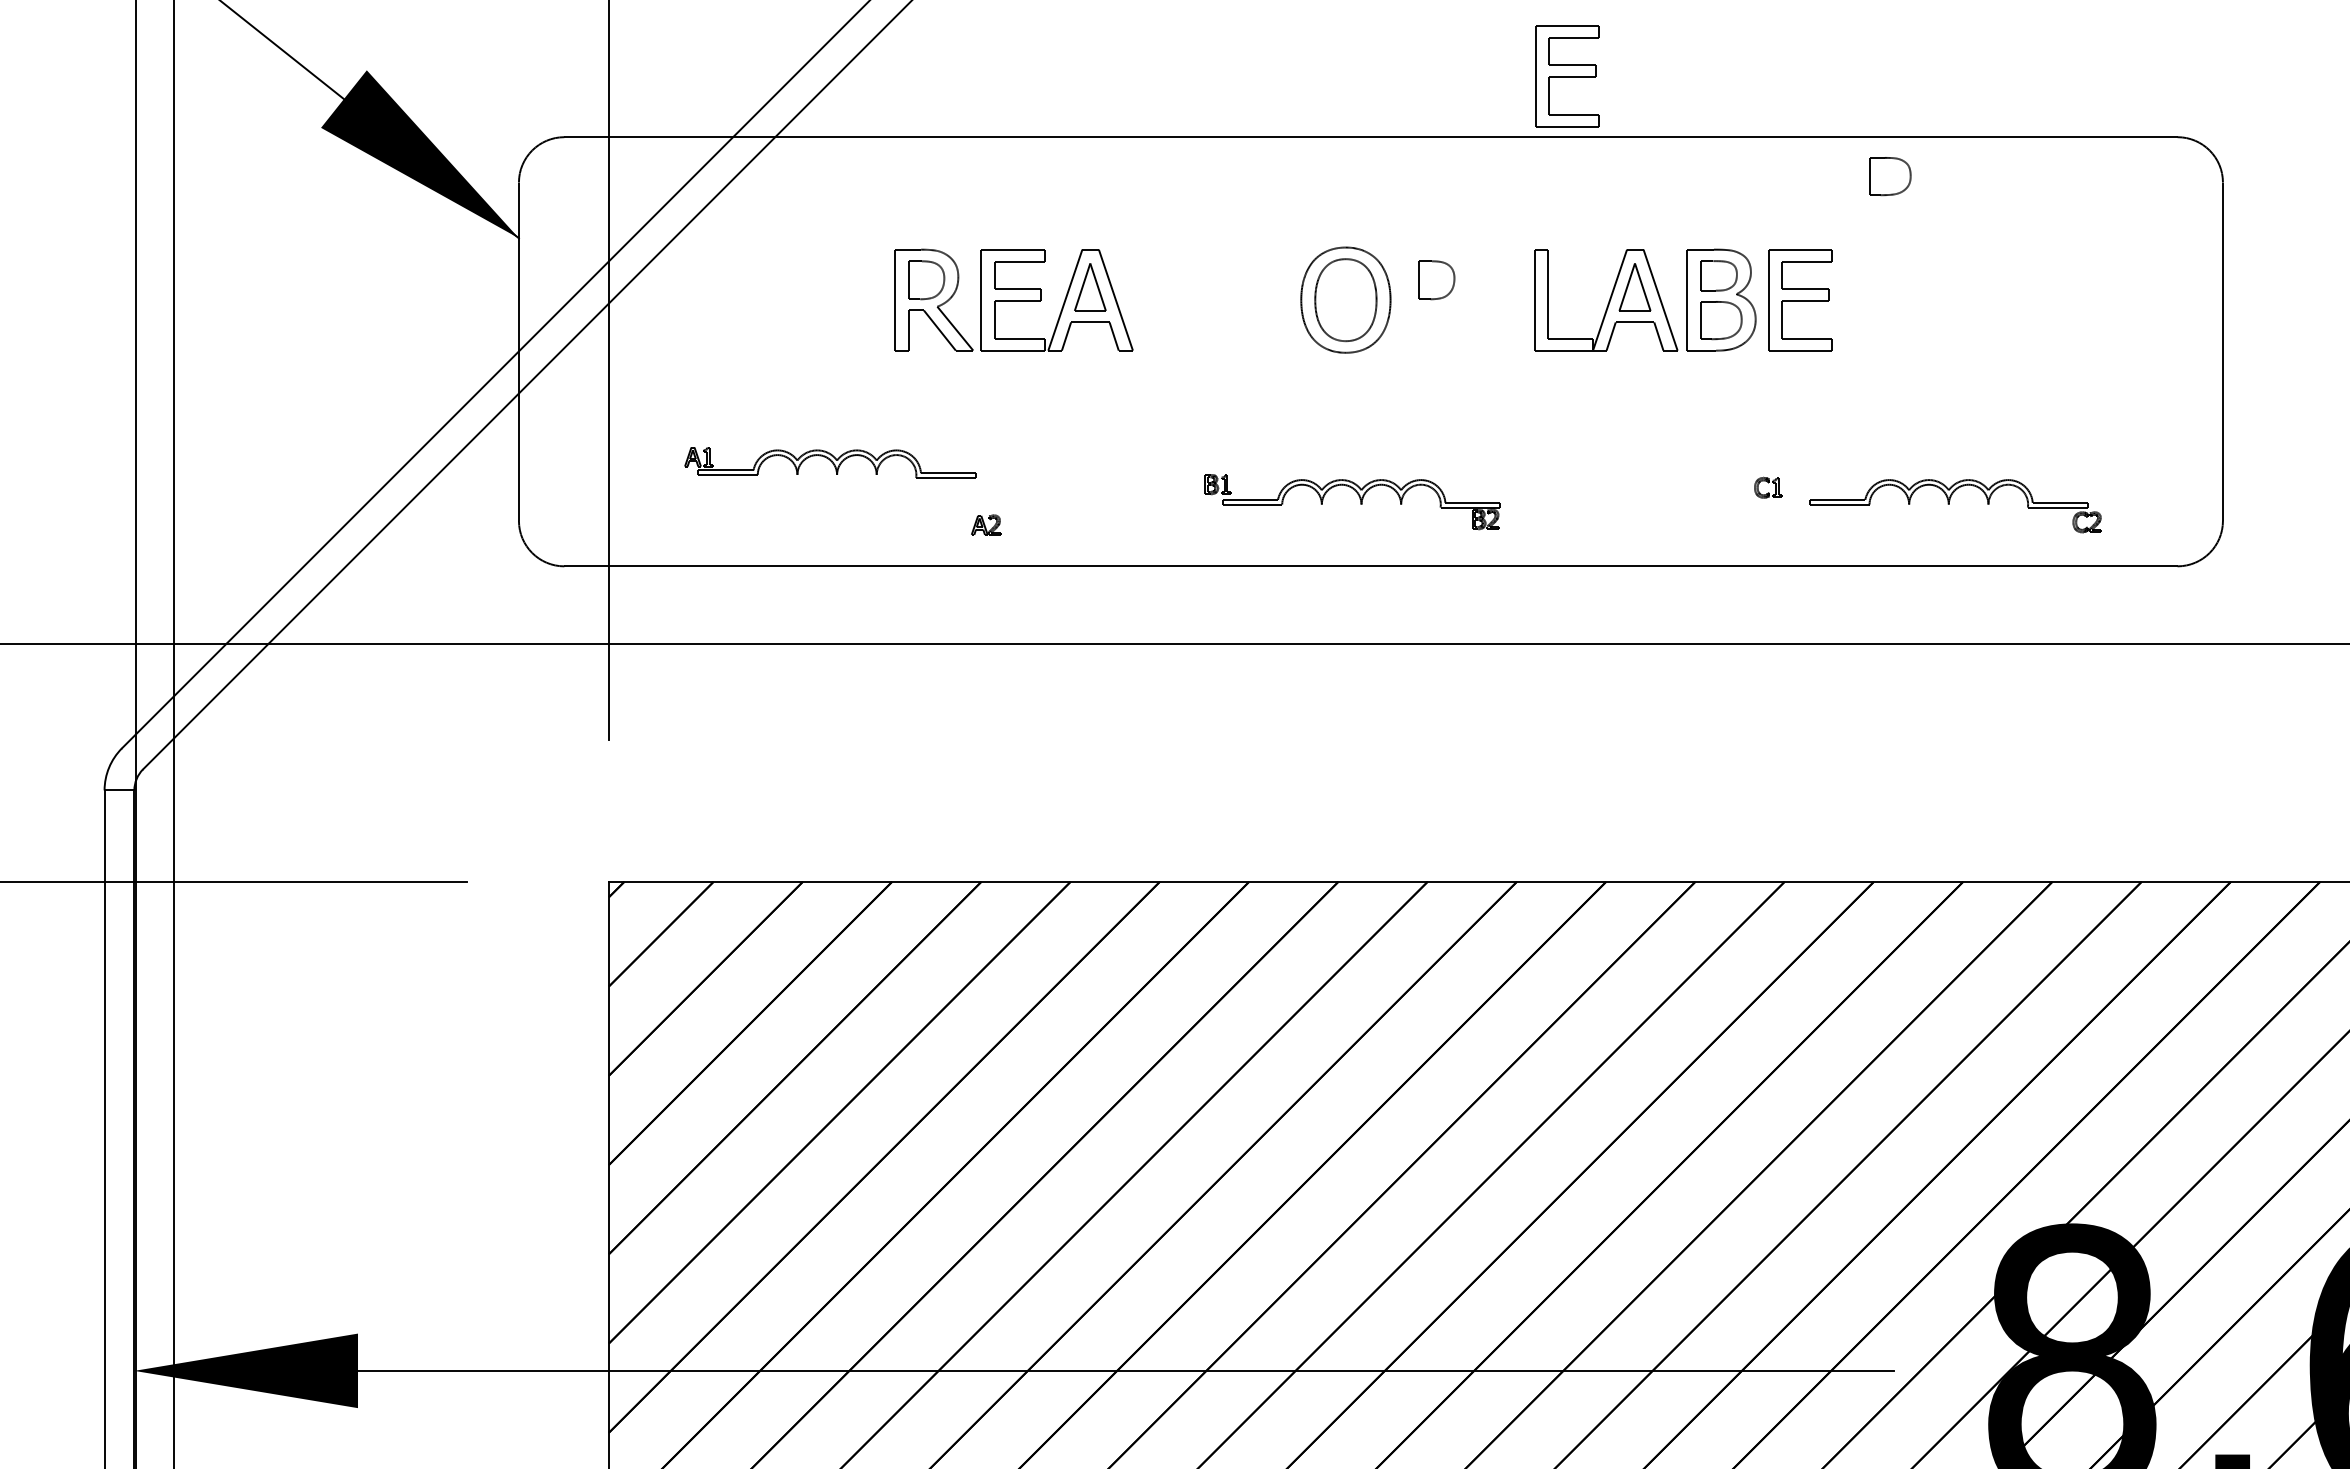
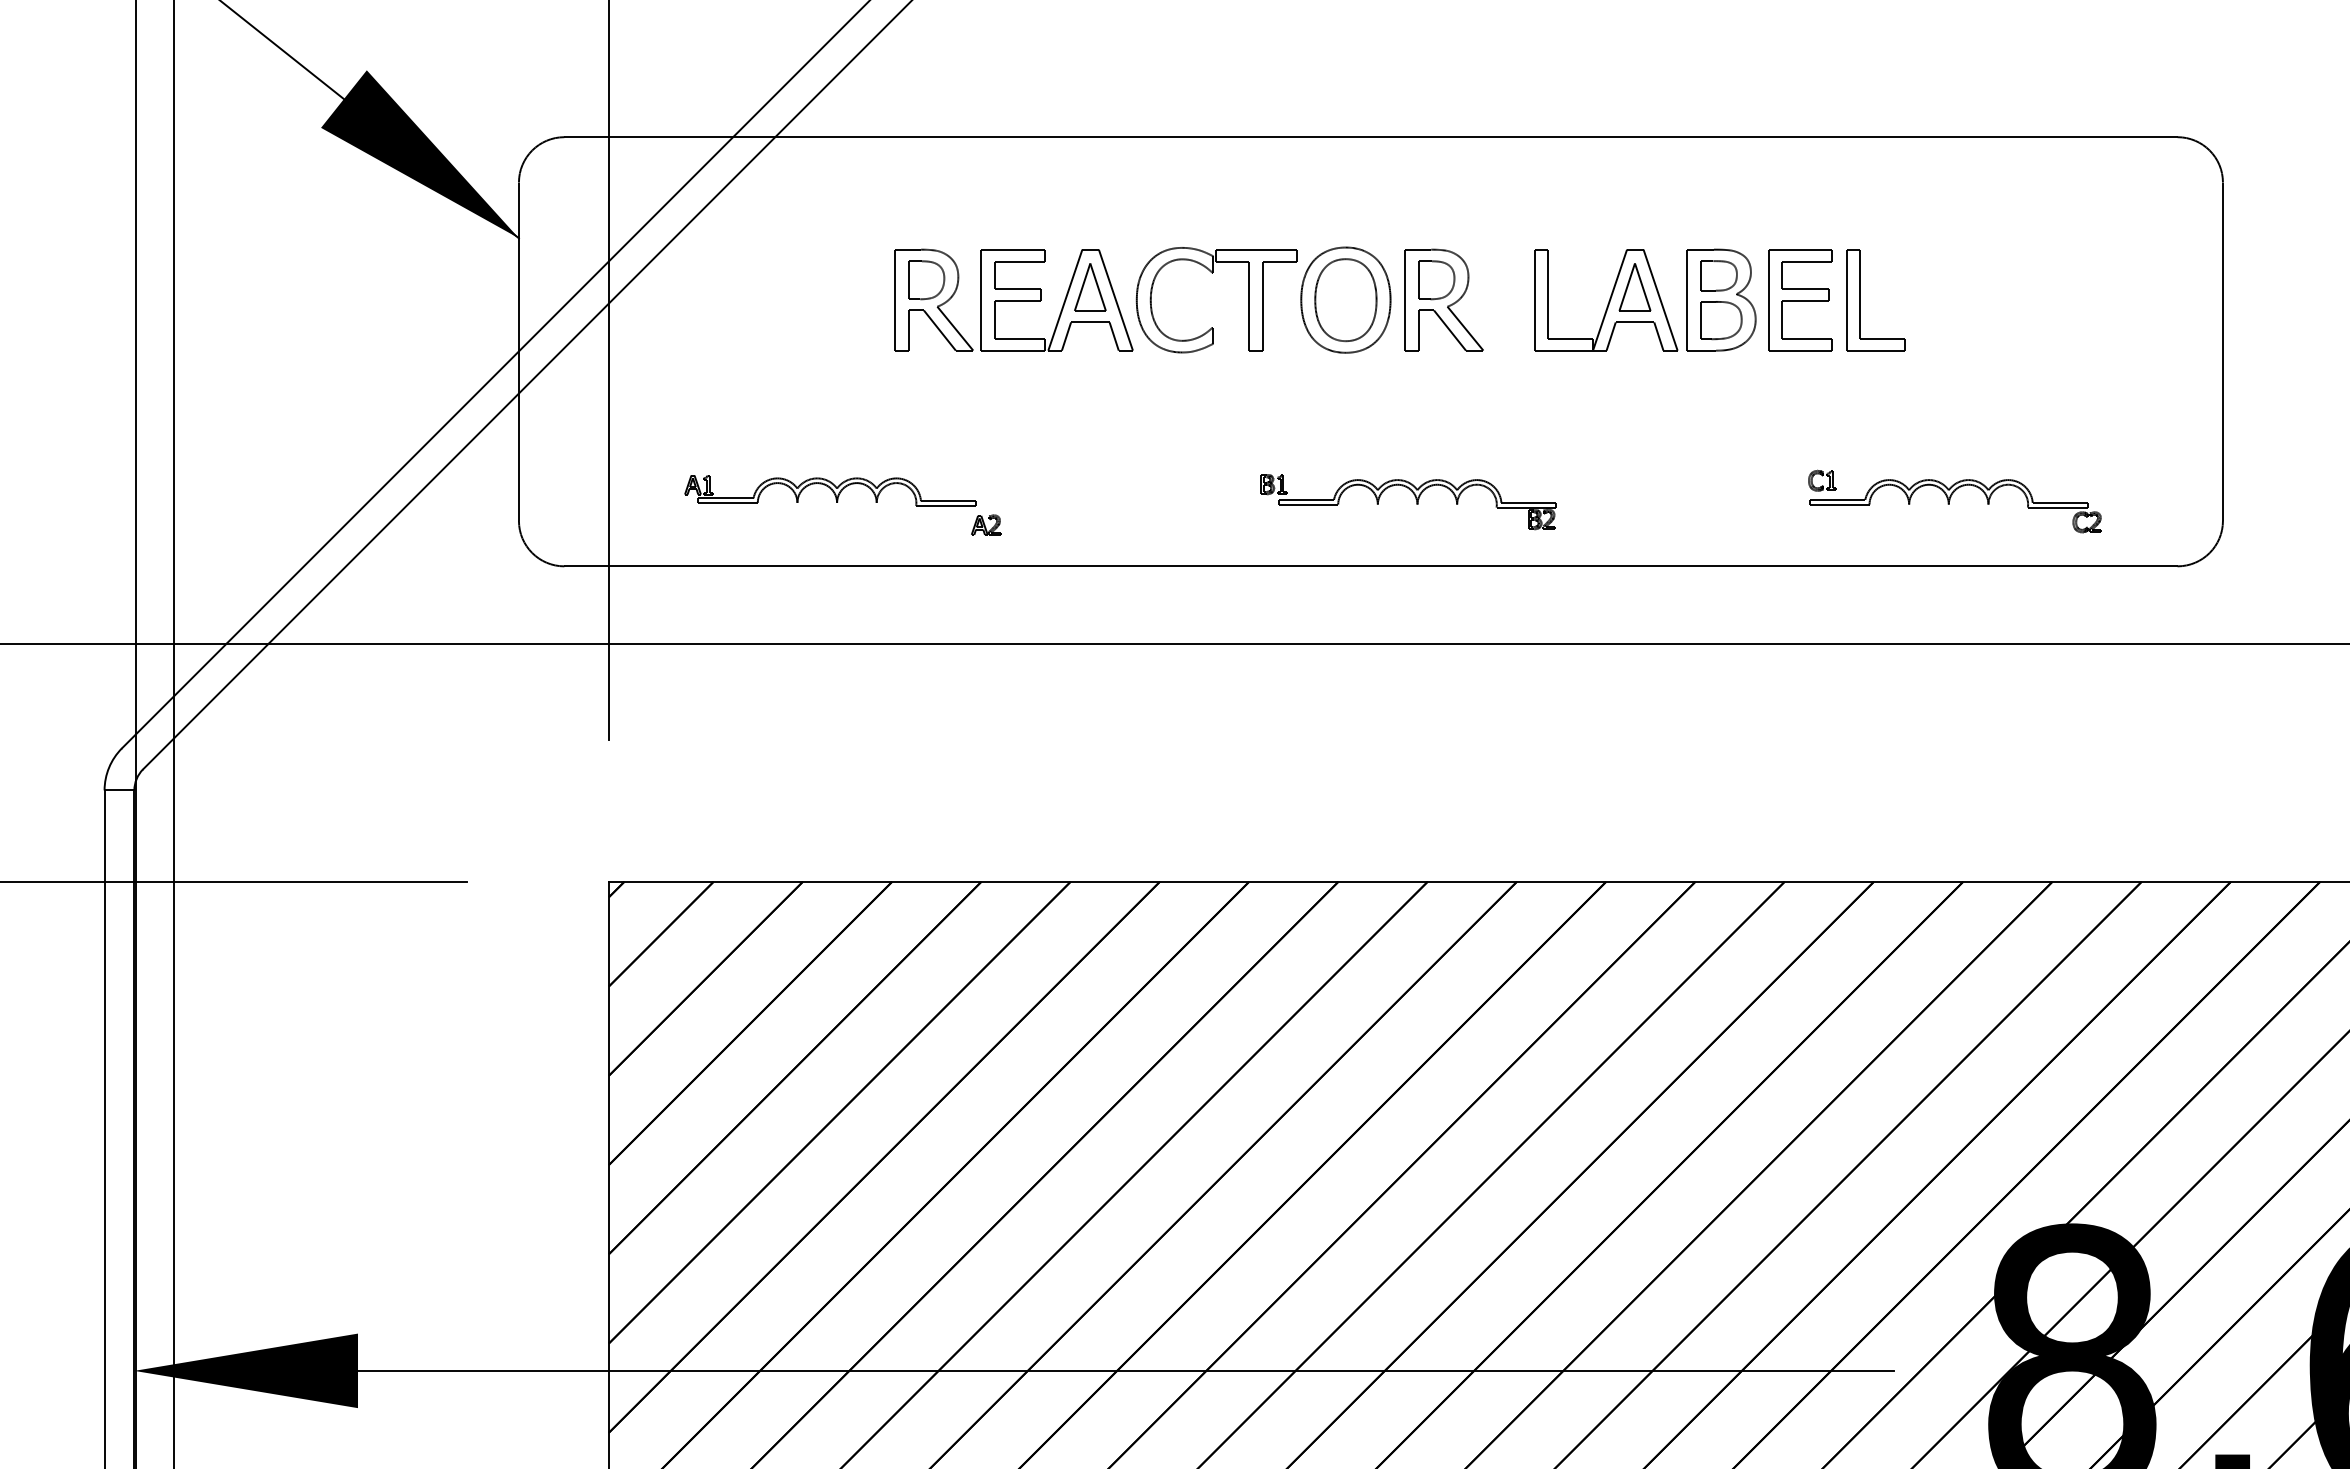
part at (1567, 76): present -> none
part at (1890, 176): present -> none
part at (1212, 273): none -> present
part at (1443, 299): none -> present
part at (1860, 300): none -> present
part at (830, 462) position: (830, 462) -> (830, 490)
part at (1768, 487) position: (1768, 487) -> (1822, 480)
part at (1359, 499) position: (1359, 499) -> (1415, 499)
